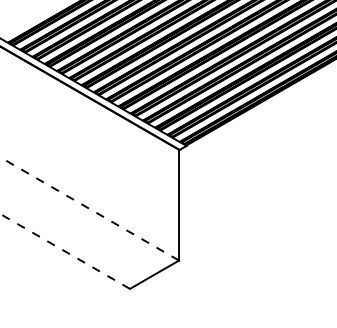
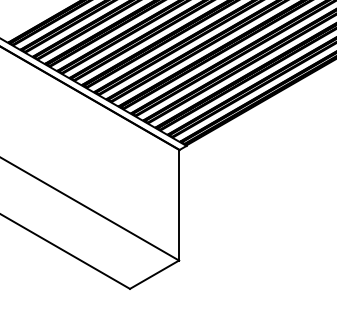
line at (89, 209): dashed -> solid
line at (65, 251): dashed -> solid
